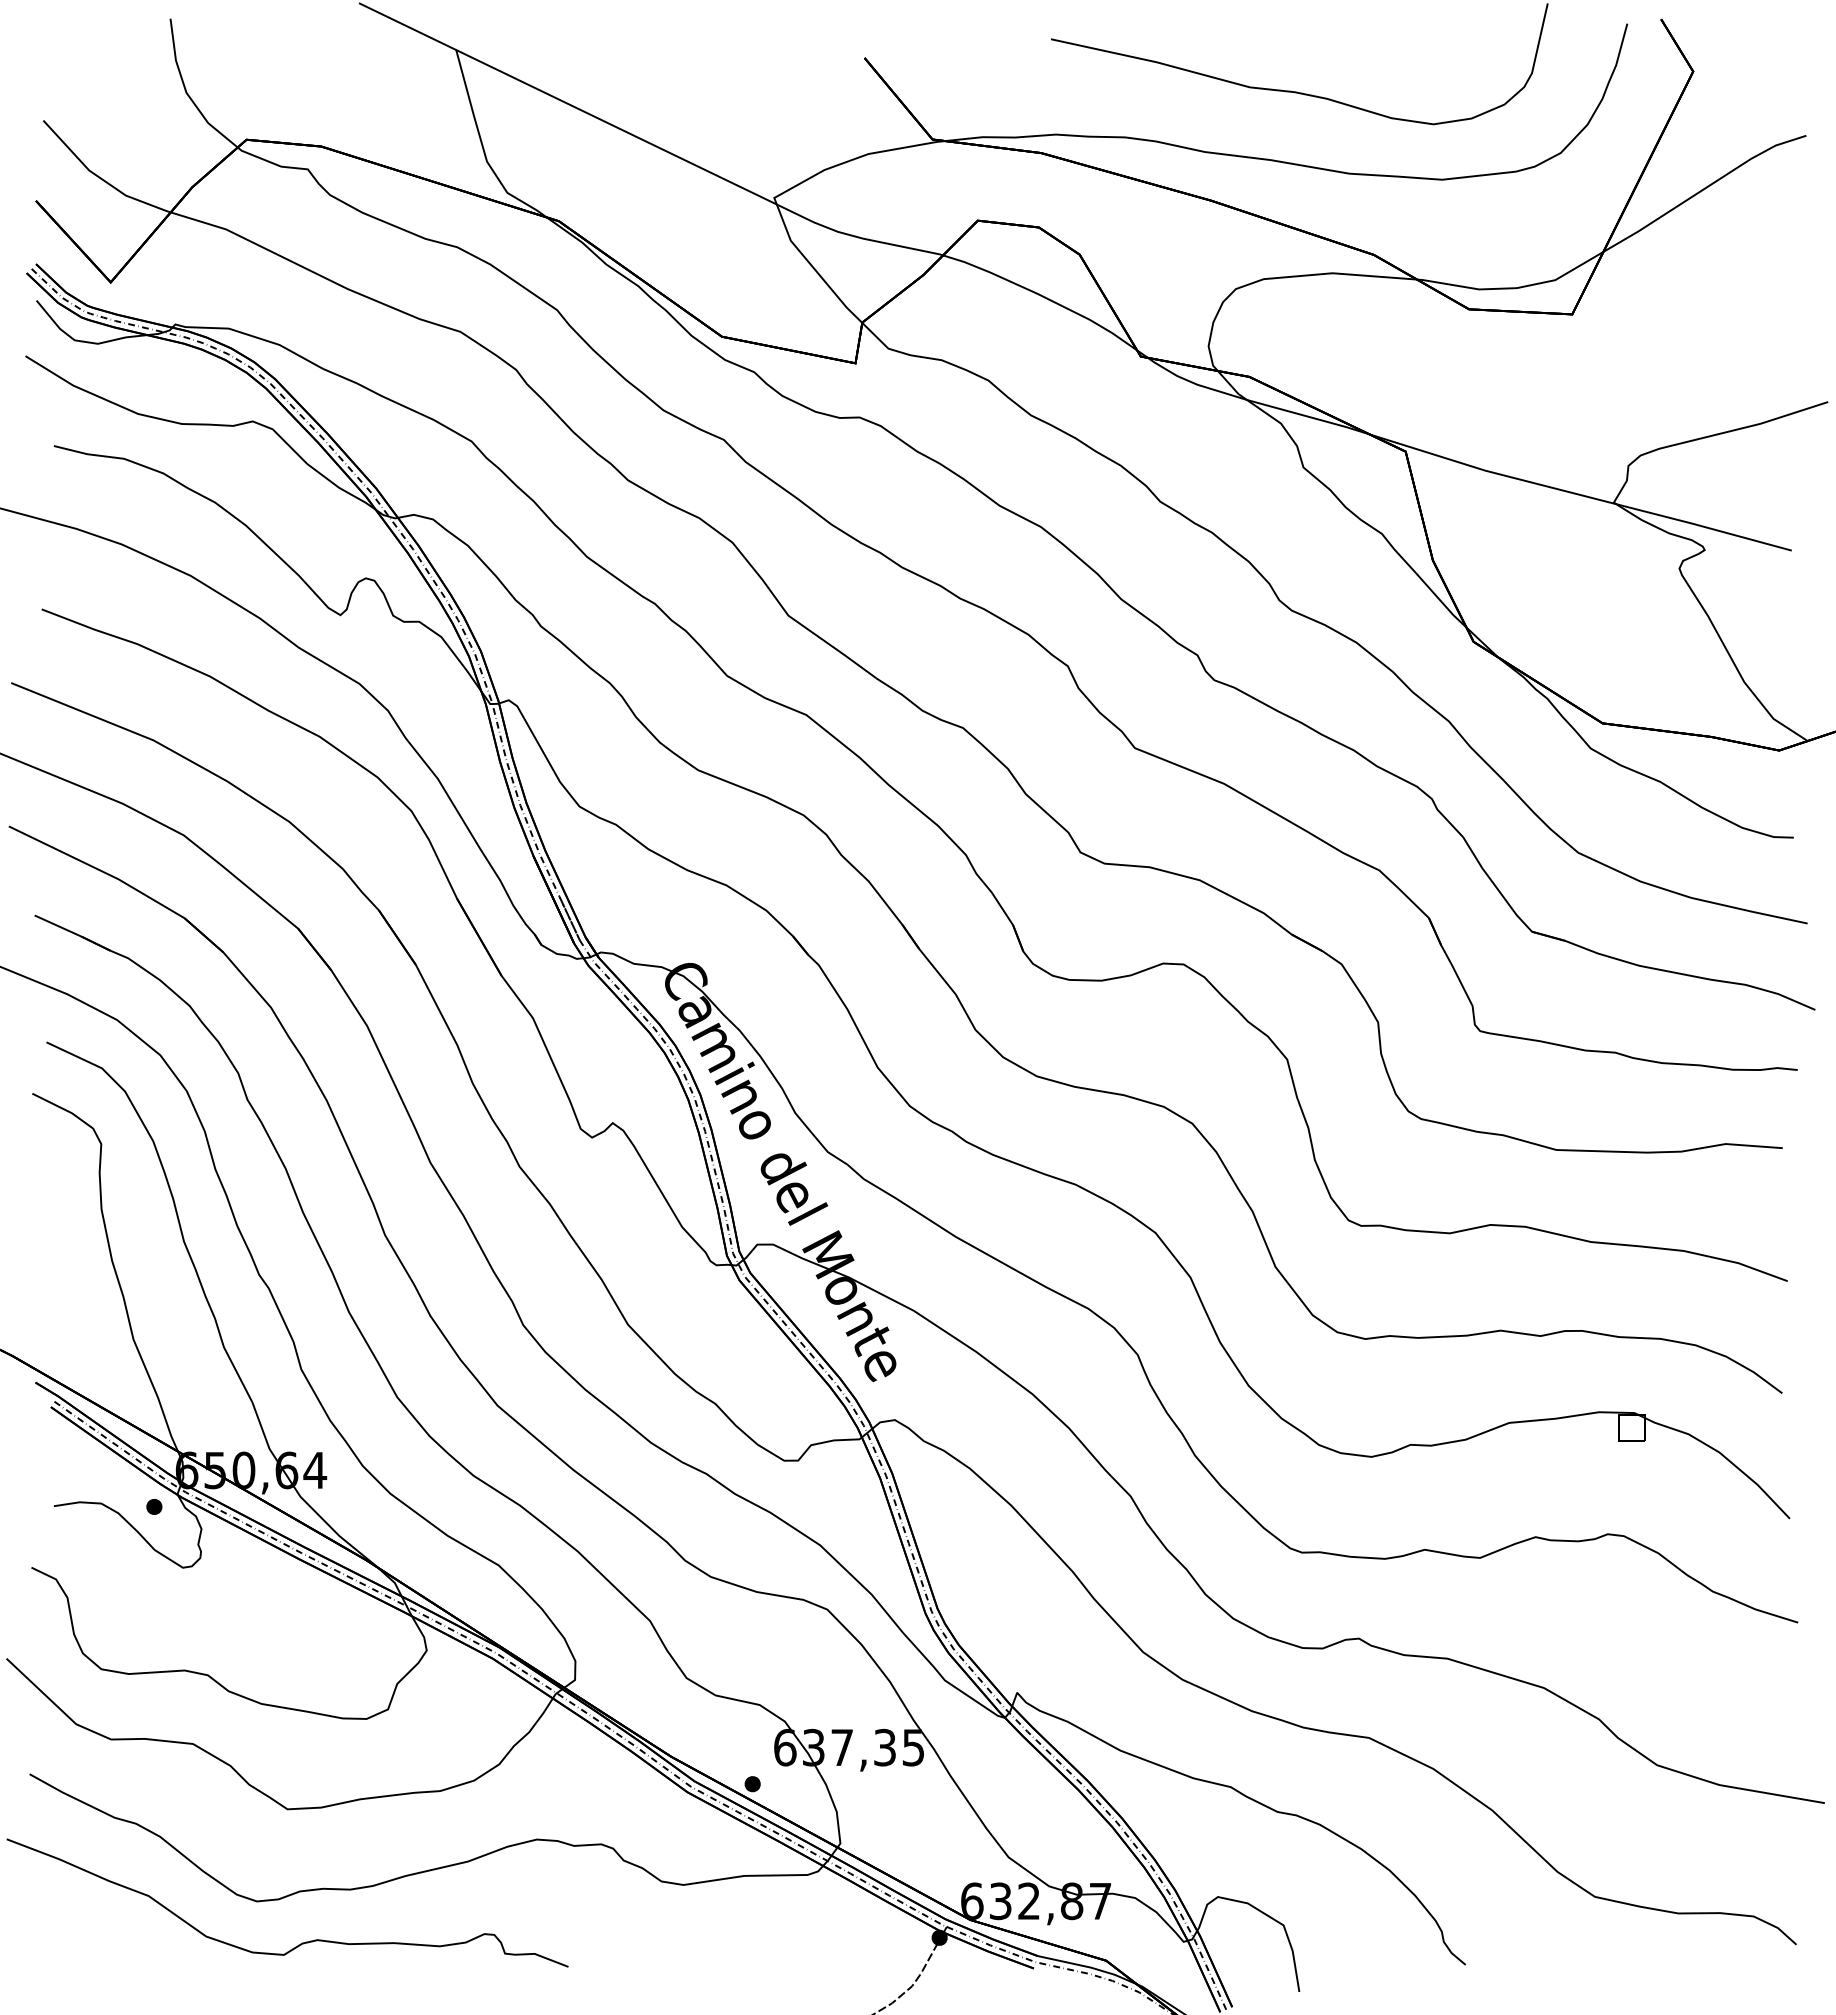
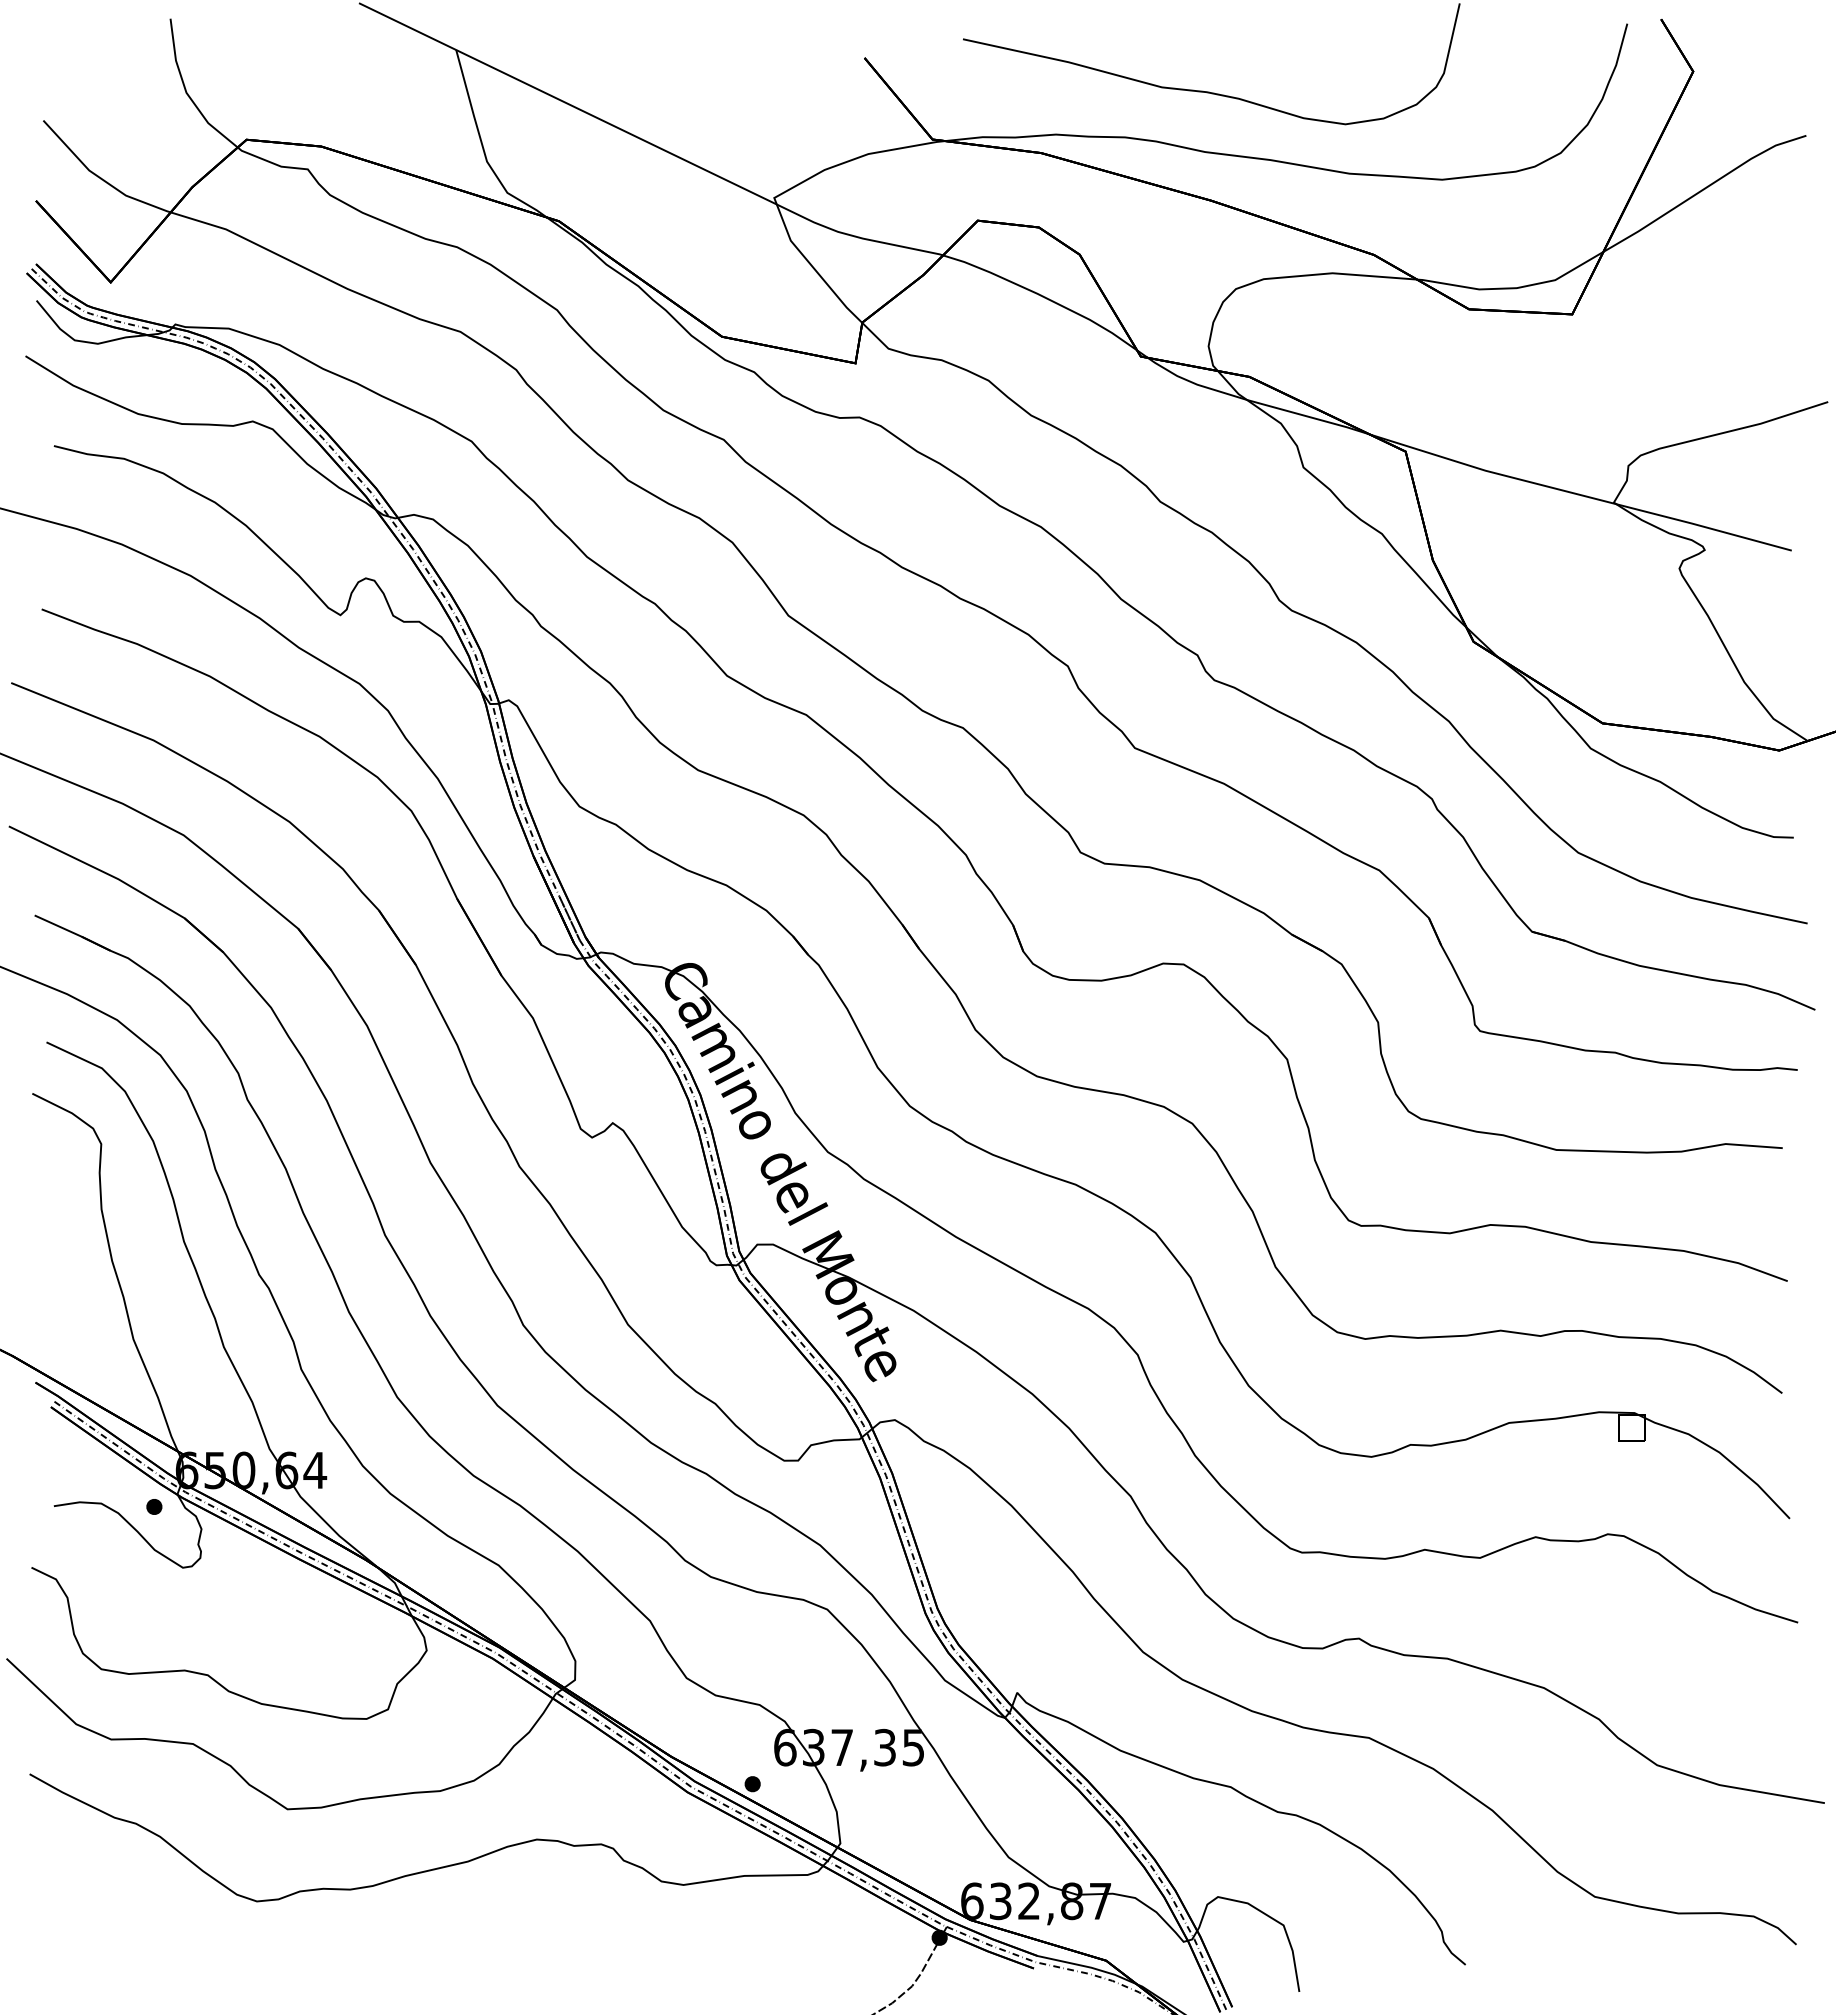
curve at (1297, 91) position: (1297, 91) -> (1209, 91)
curve at (302, 1942): present -> none
